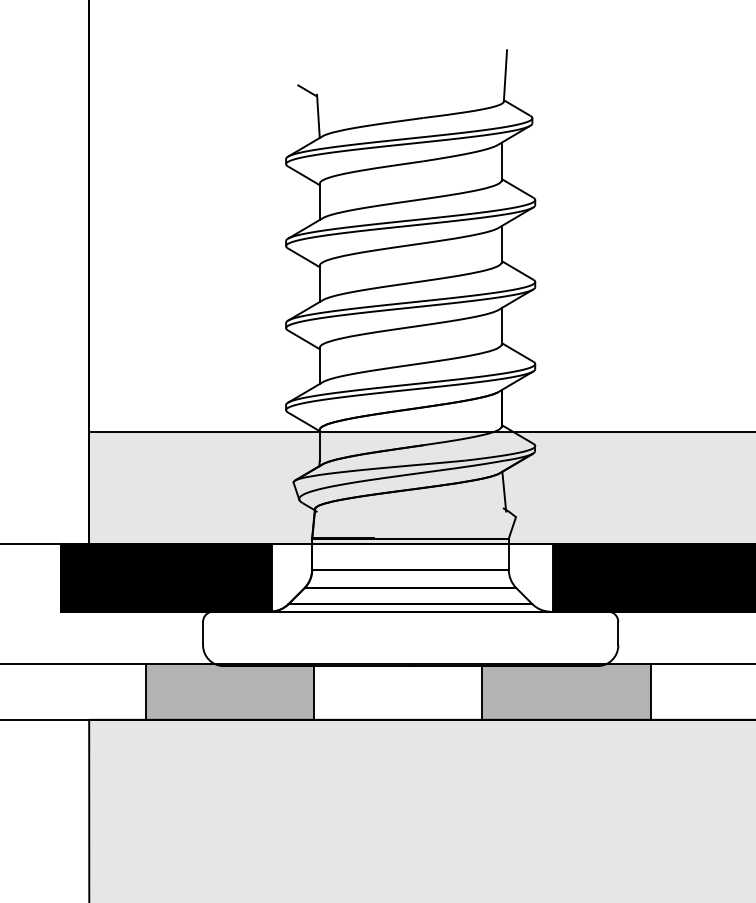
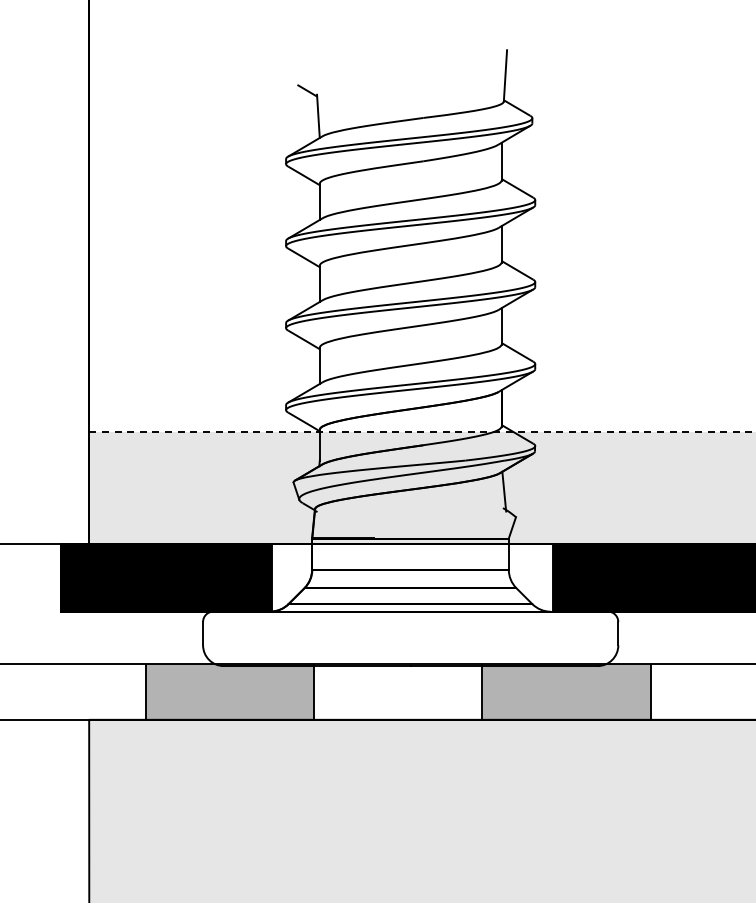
line at (422, 432): solid -> dashed
